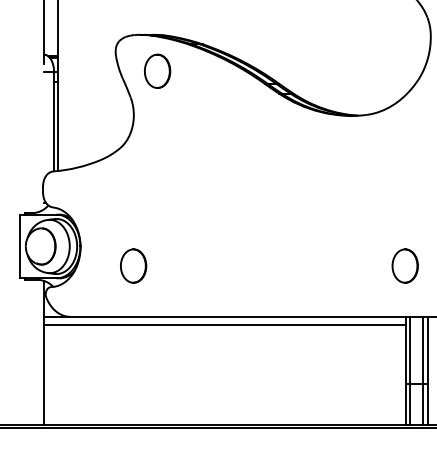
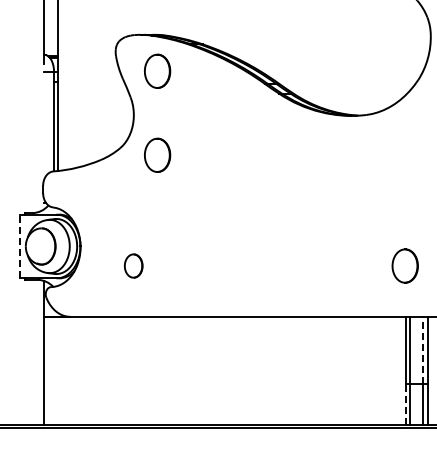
part at (157, 154): none -> present
line at (19, 246): solid -> dashed
part at (133, 265) size: 28x36 px -> 21x26 px
line at (224, 324): present -> none
line at (423, 350): solid -> dashed
line at (405, 404): solid -> dashed
